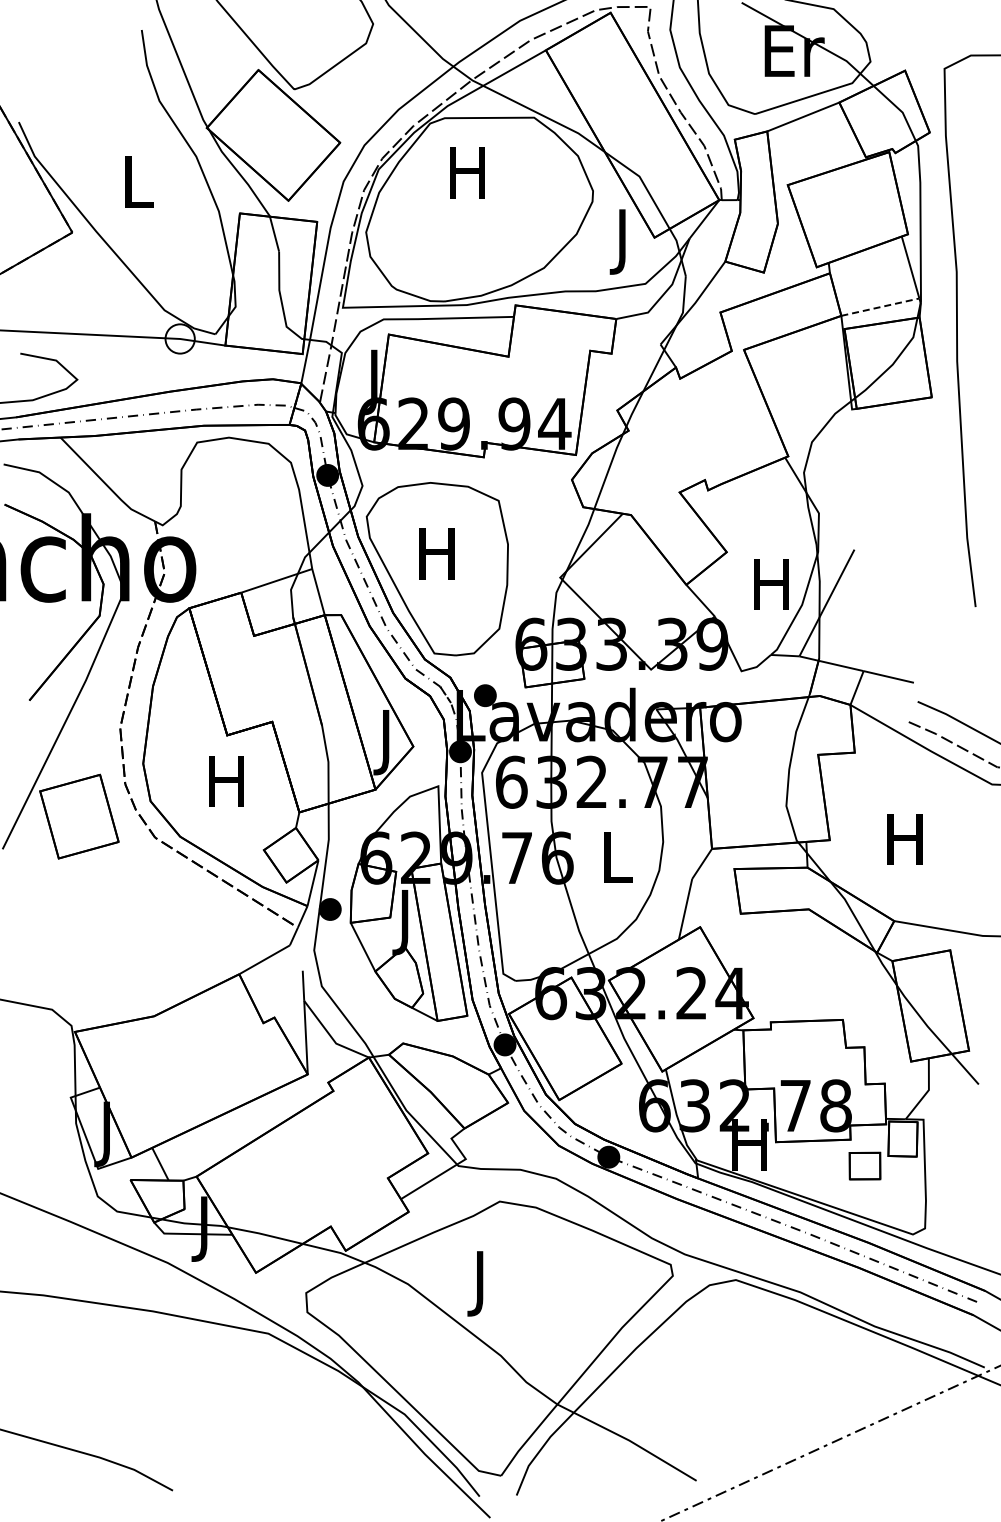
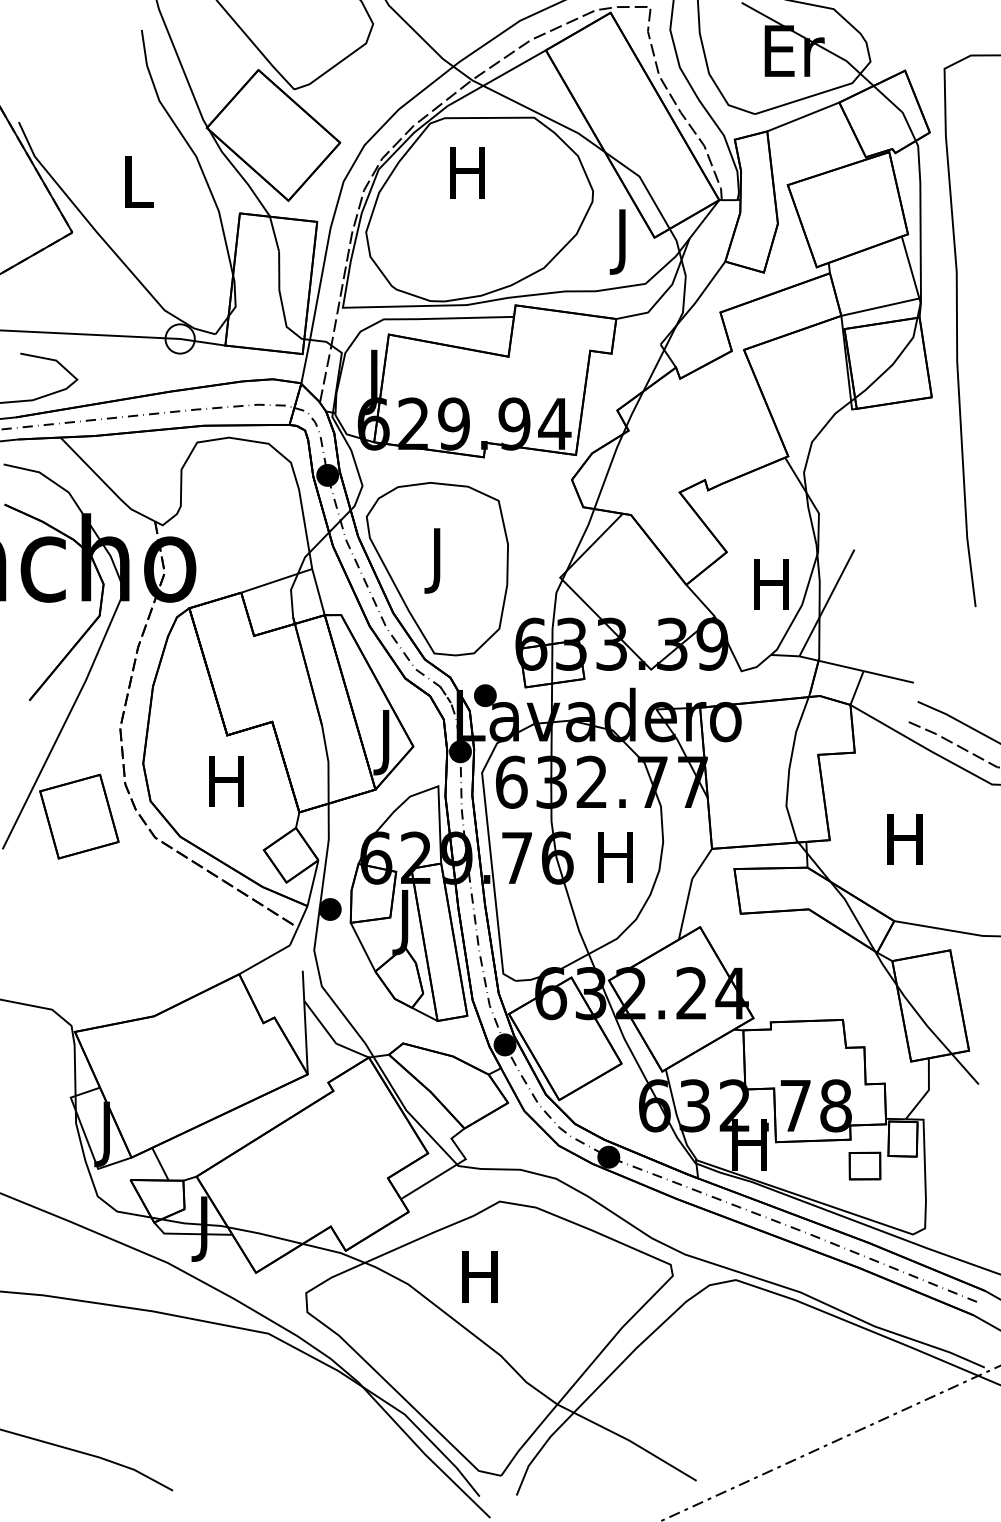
line at (880, 307): dashed -> solid
text at (436, 560): H -> J
text at (615, 857): L -> H
text at (479, 1283): J -> H
